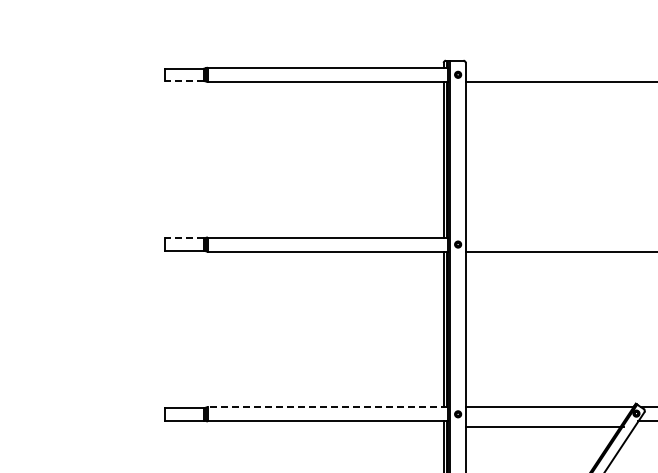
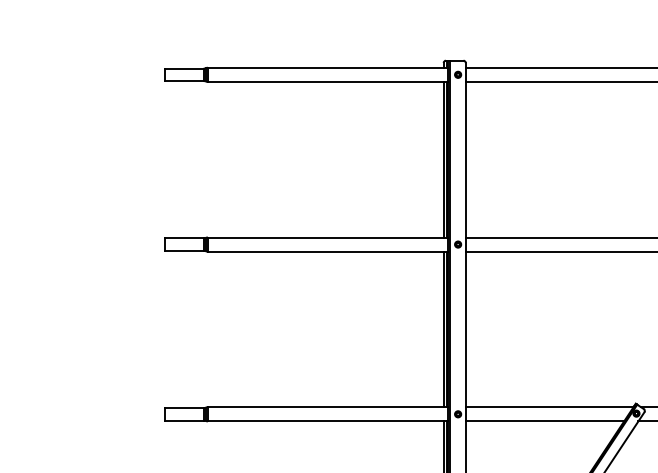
line at (559, 67): none -> present
line at (183, 81): dashed -> solid
line at (559, 237): none -> present
line at (183, 238): dashed -> solid
line at (327, 407): dashed -> solid
line at (544, 427) position: (544, 427) -> (544, 421)
